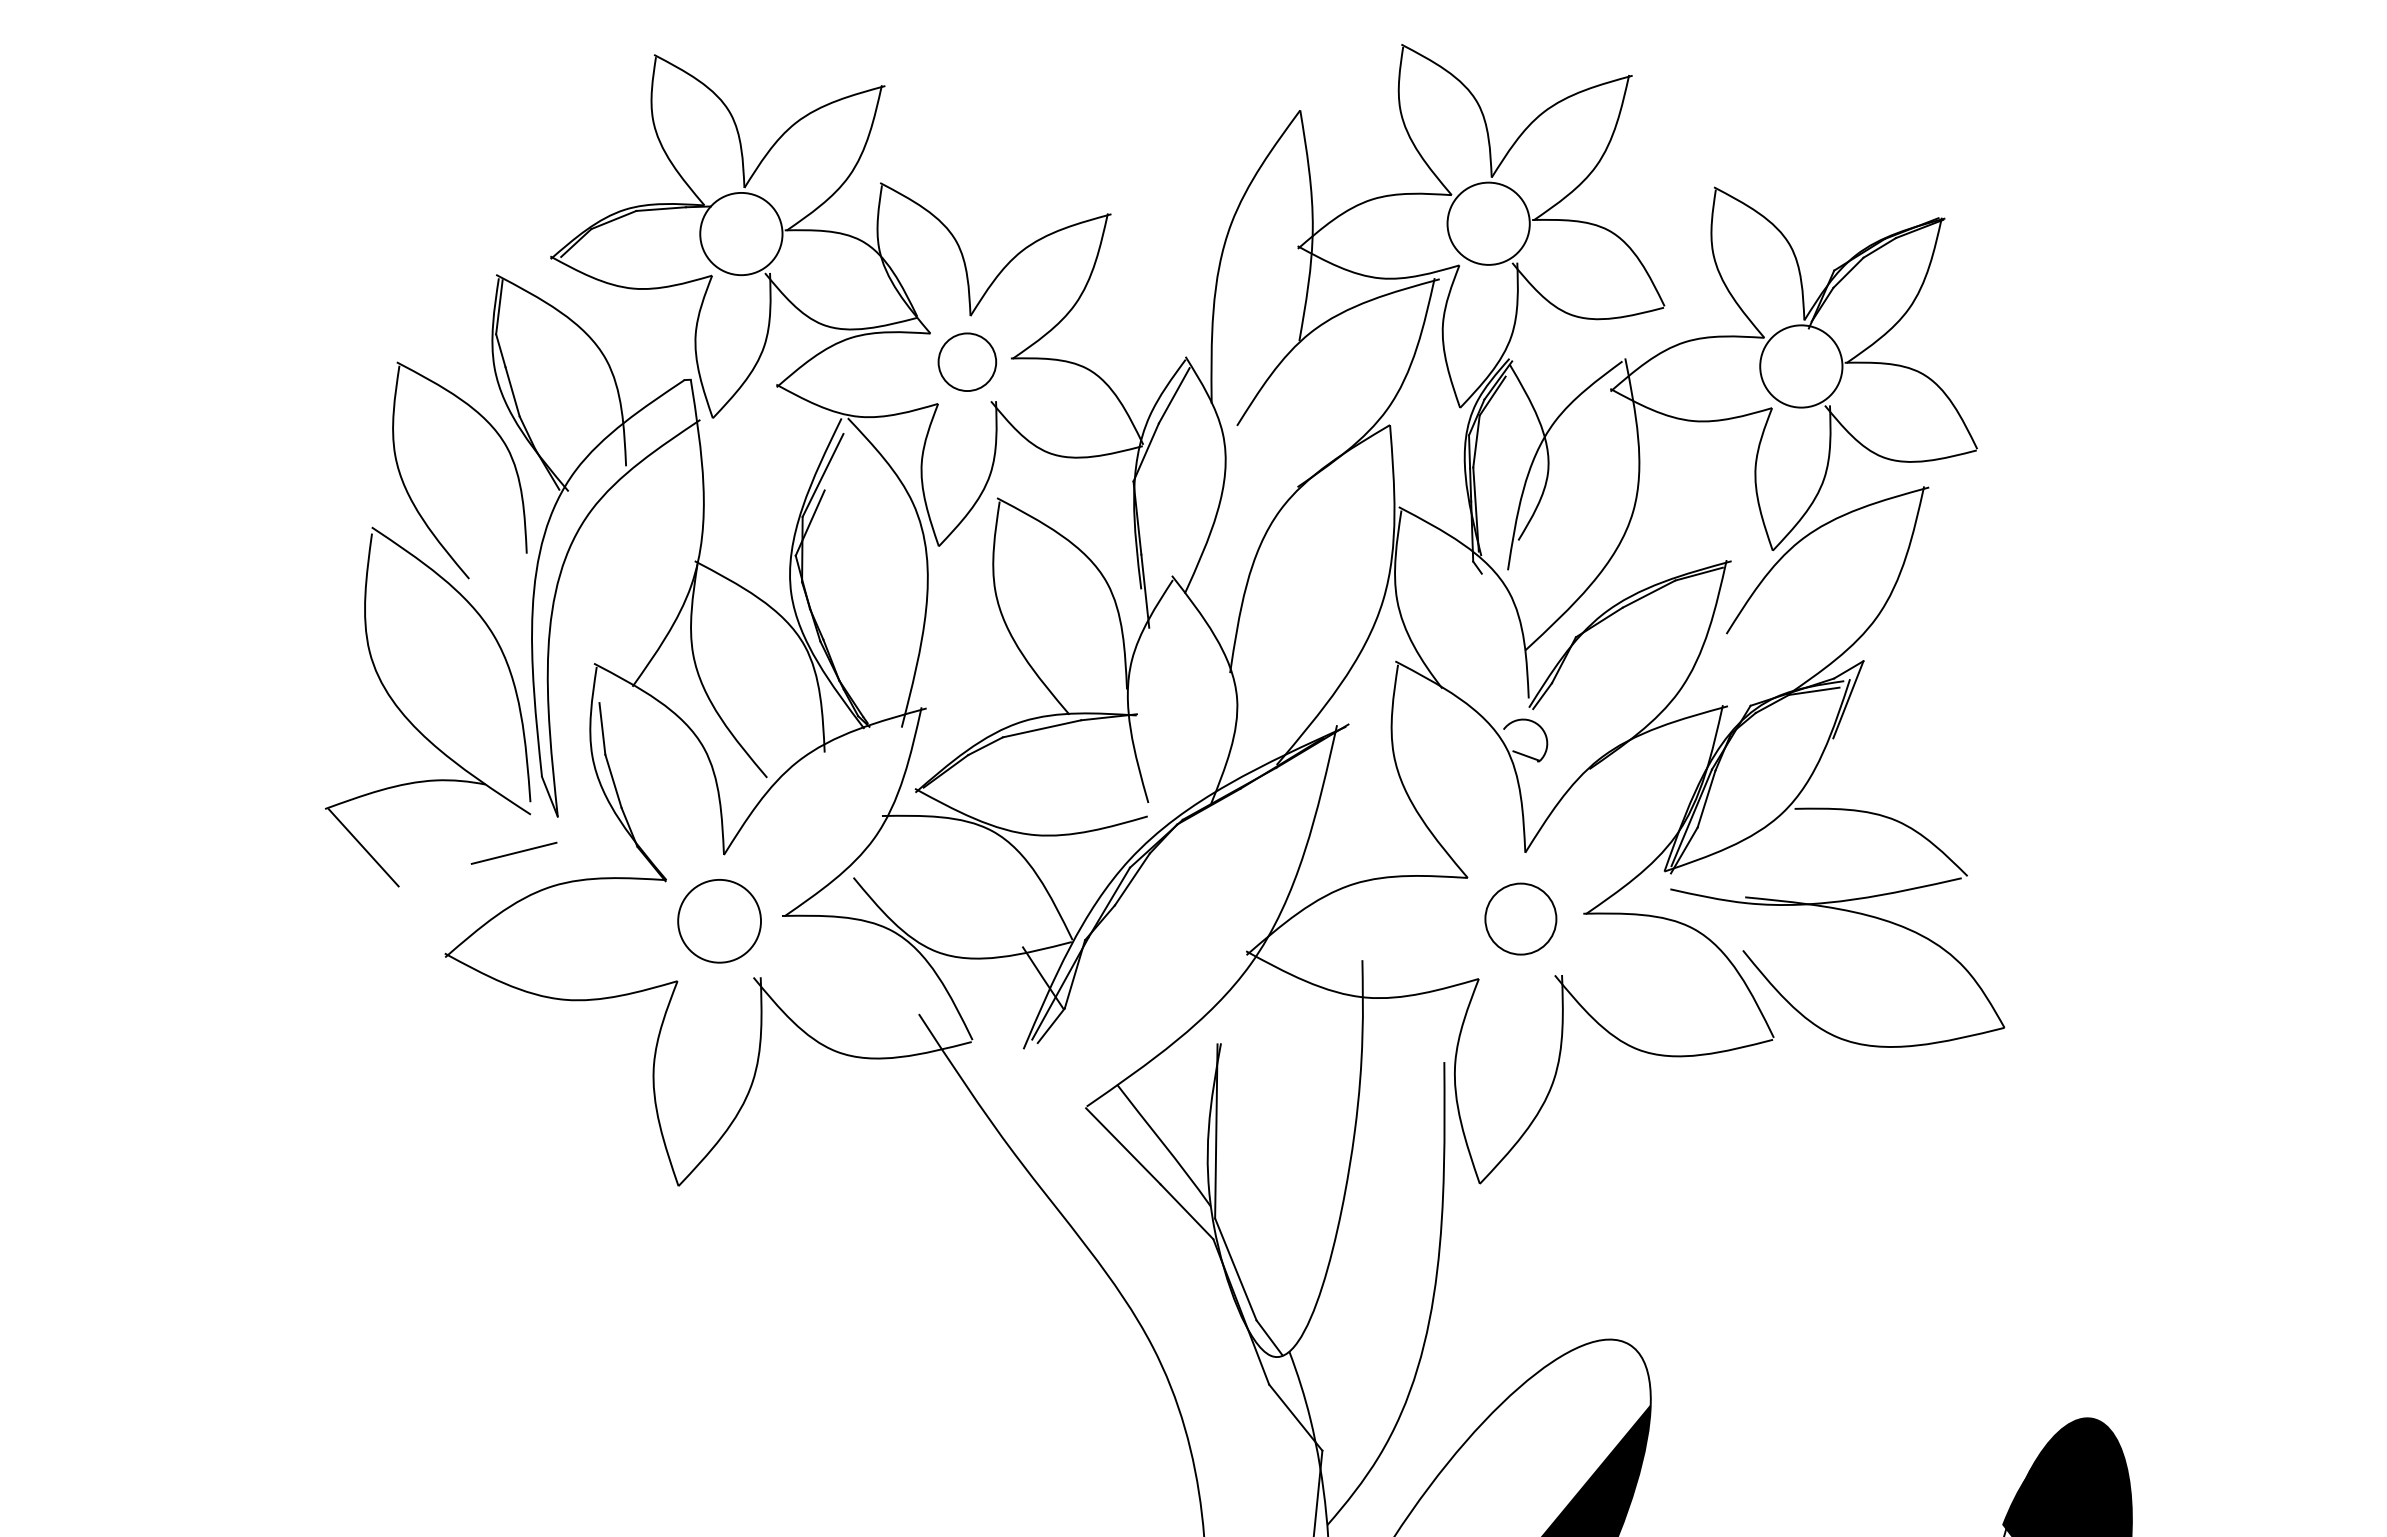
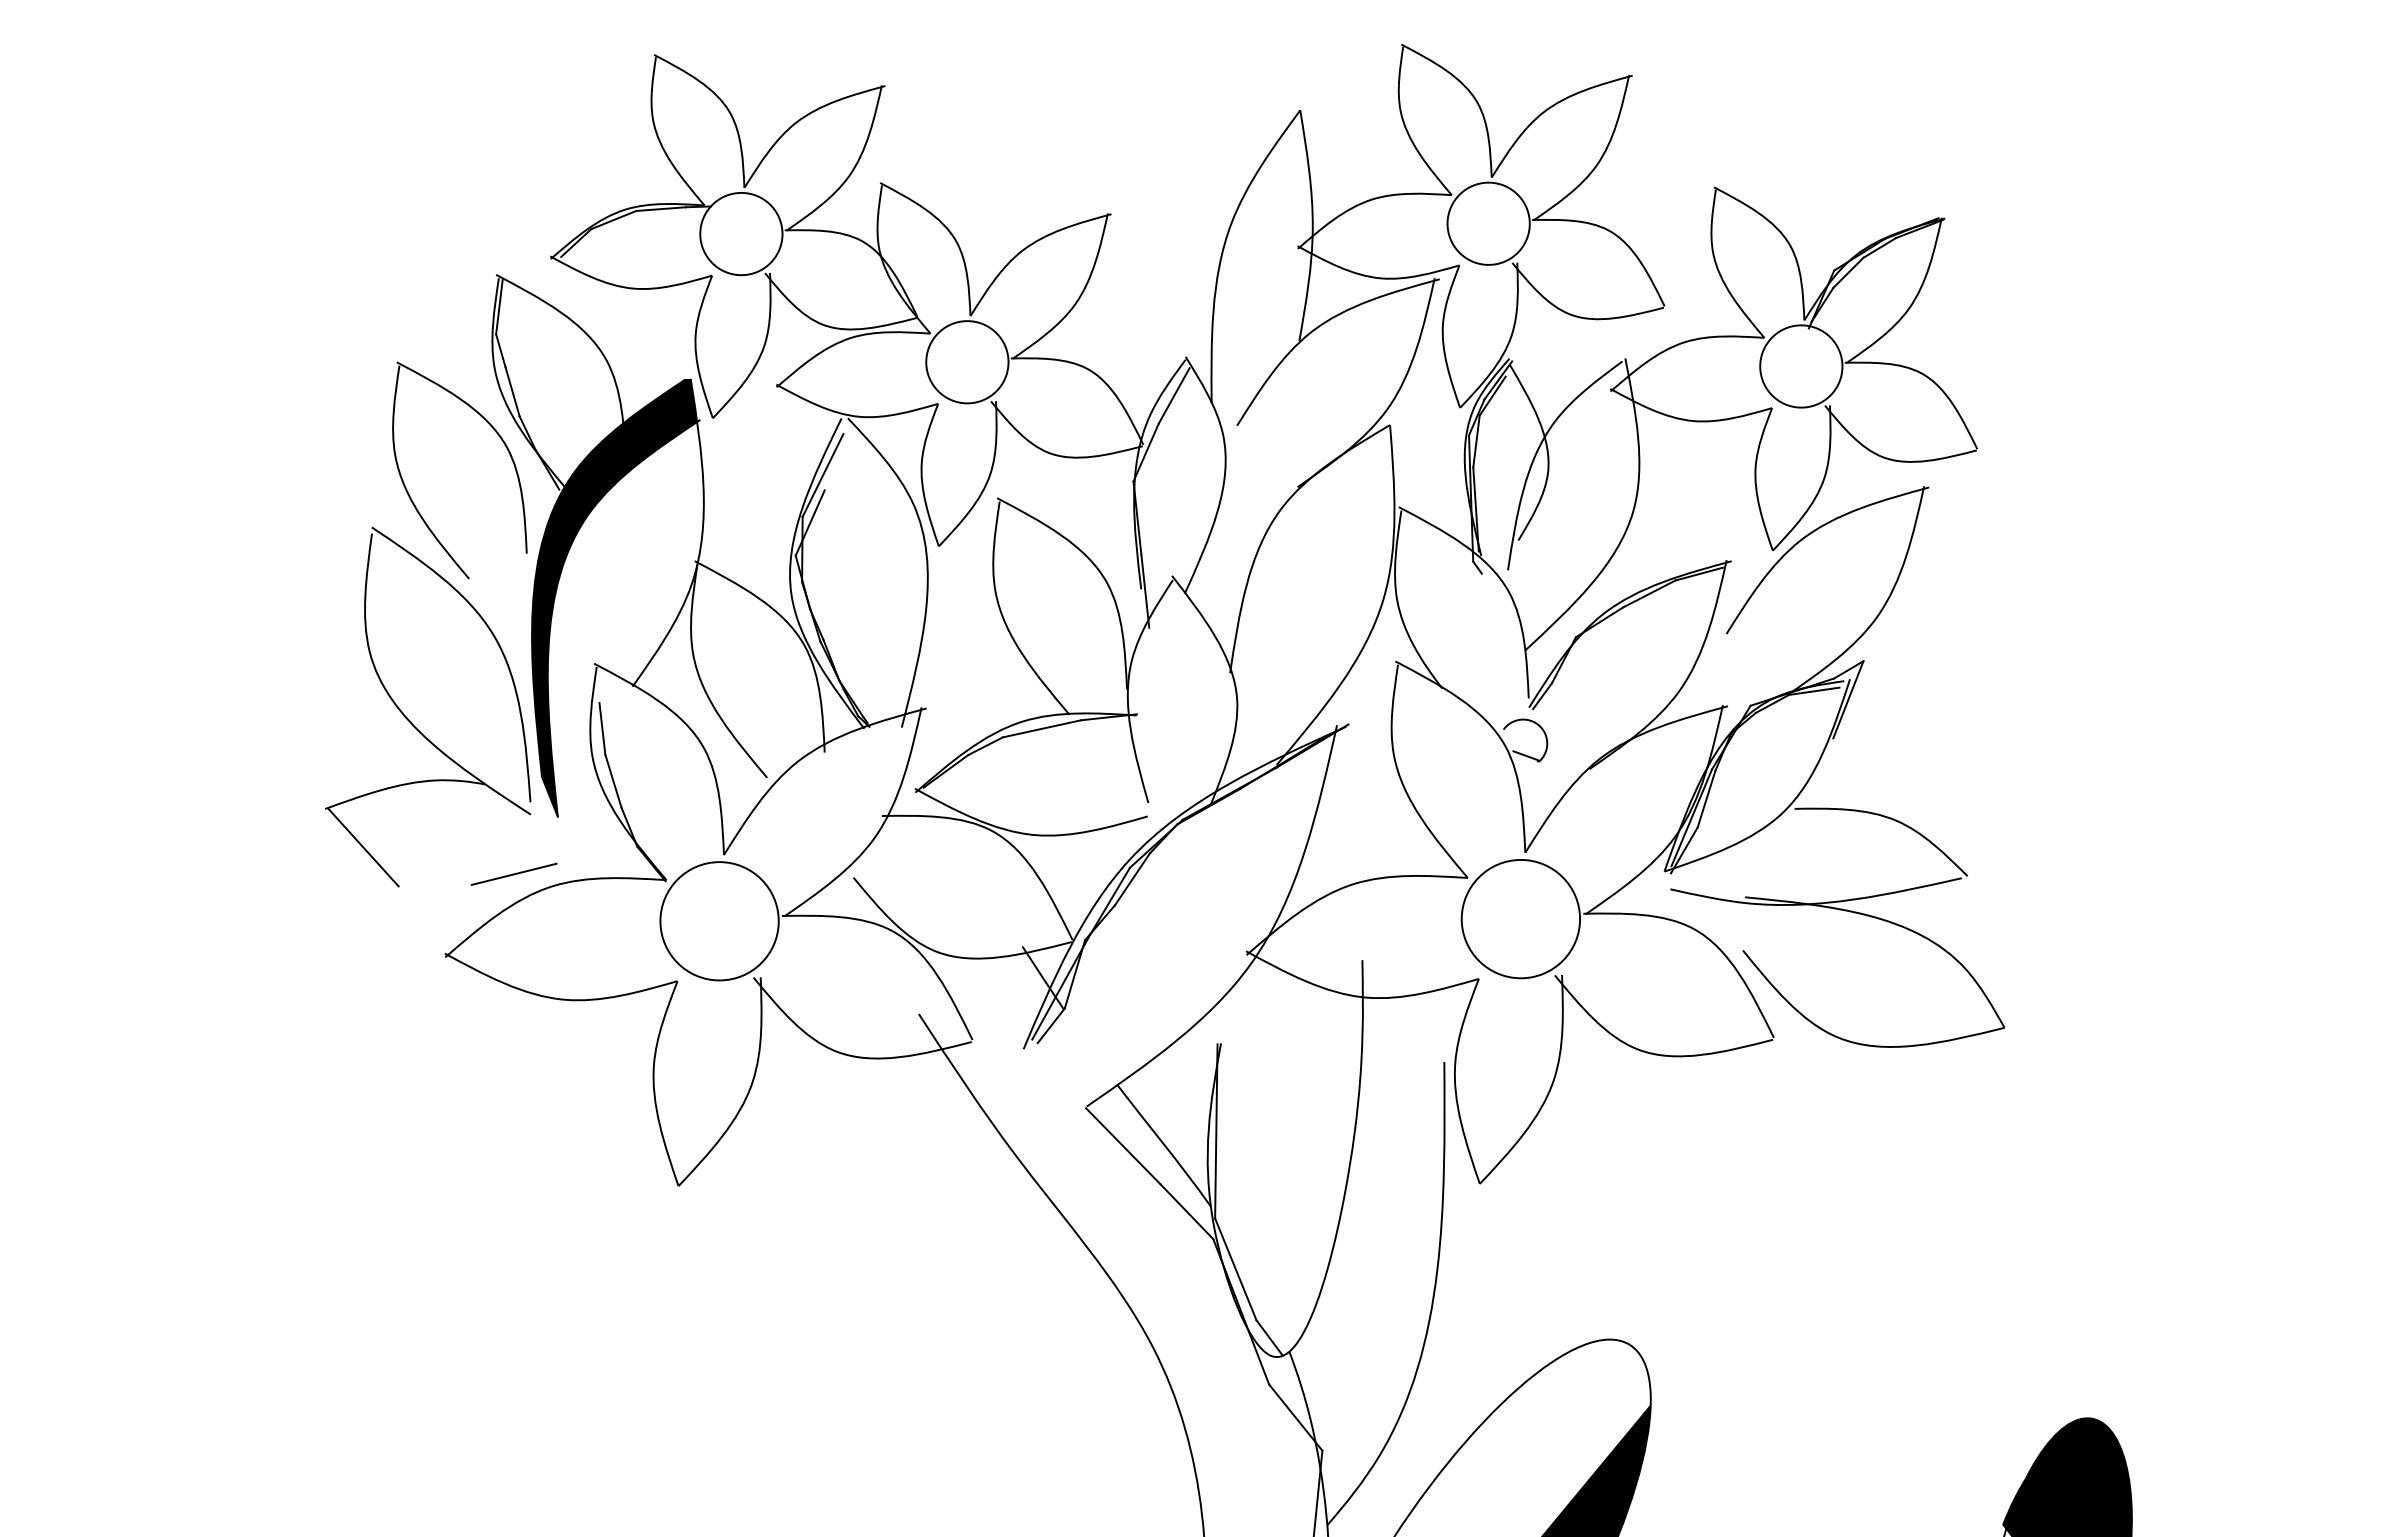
circle at (967, 362) diameter: 58 px -> 82 px
fill at (614, 597): none -> present
line at (513, 852) position: (513, 852) -> (513, 873)
circle at (1520, 918) diameter: 71 px -> 118 px
circle at (719, 920) diameter: 83 px -> 118 px
